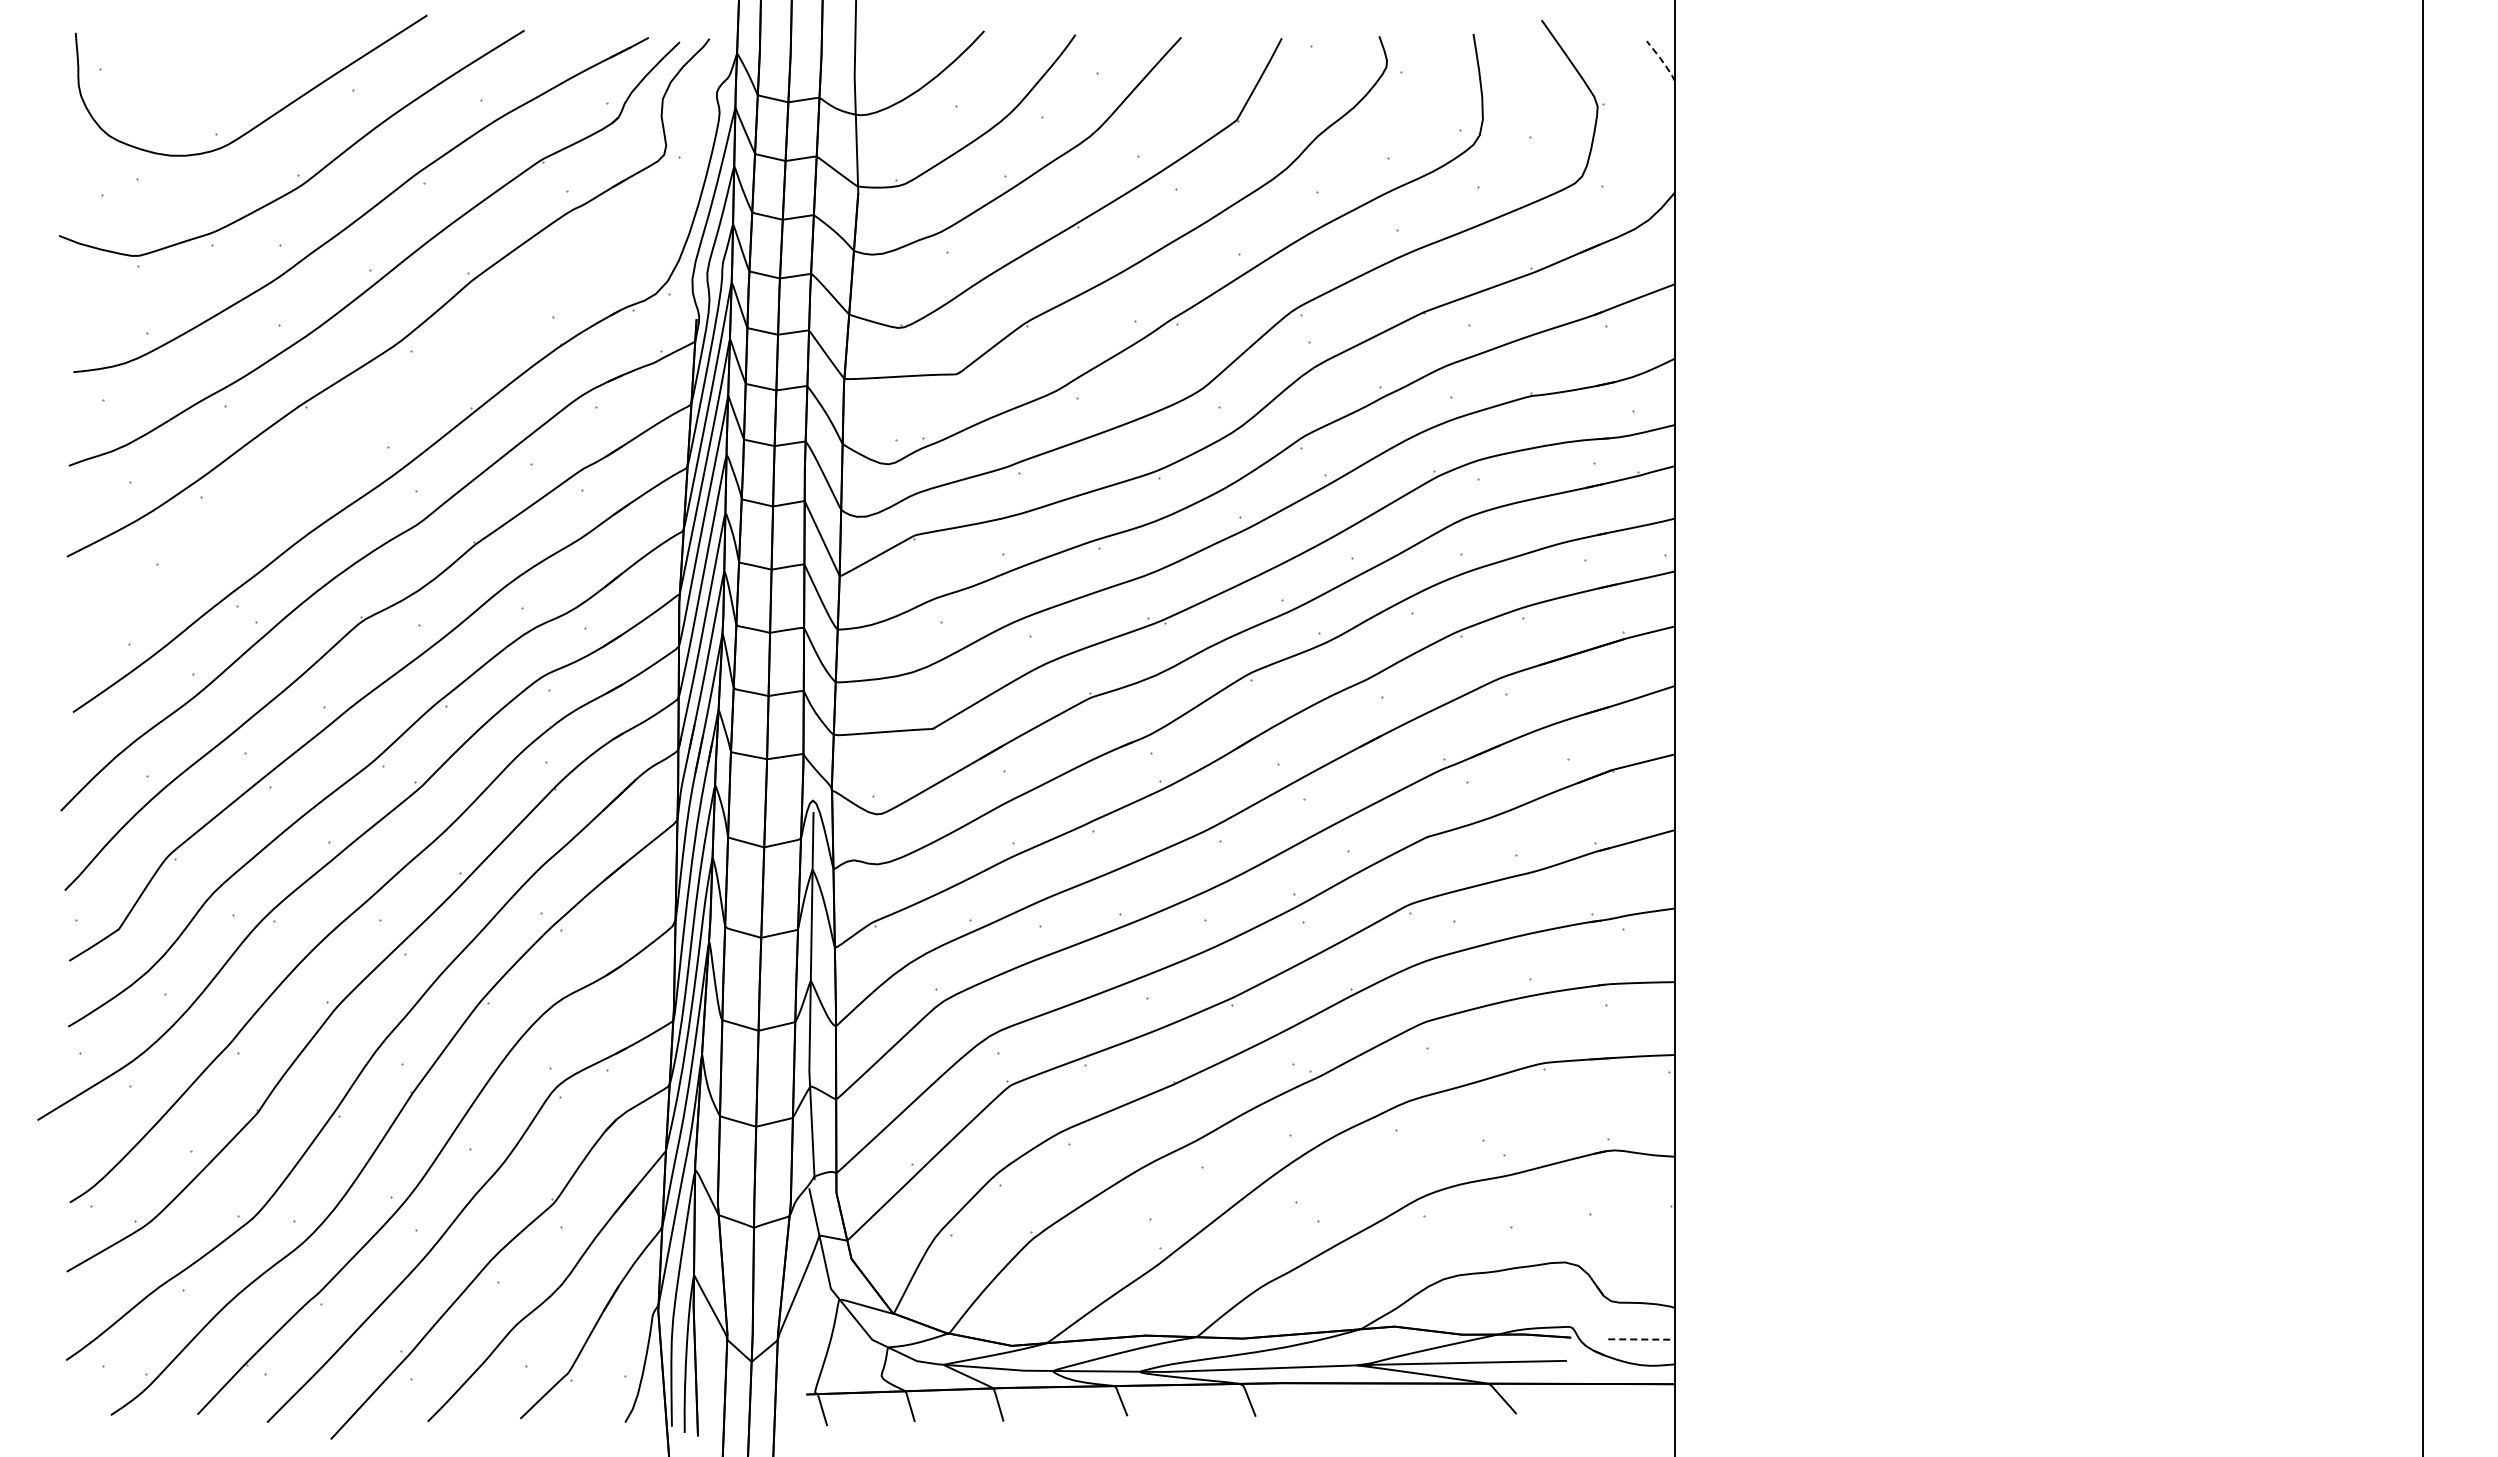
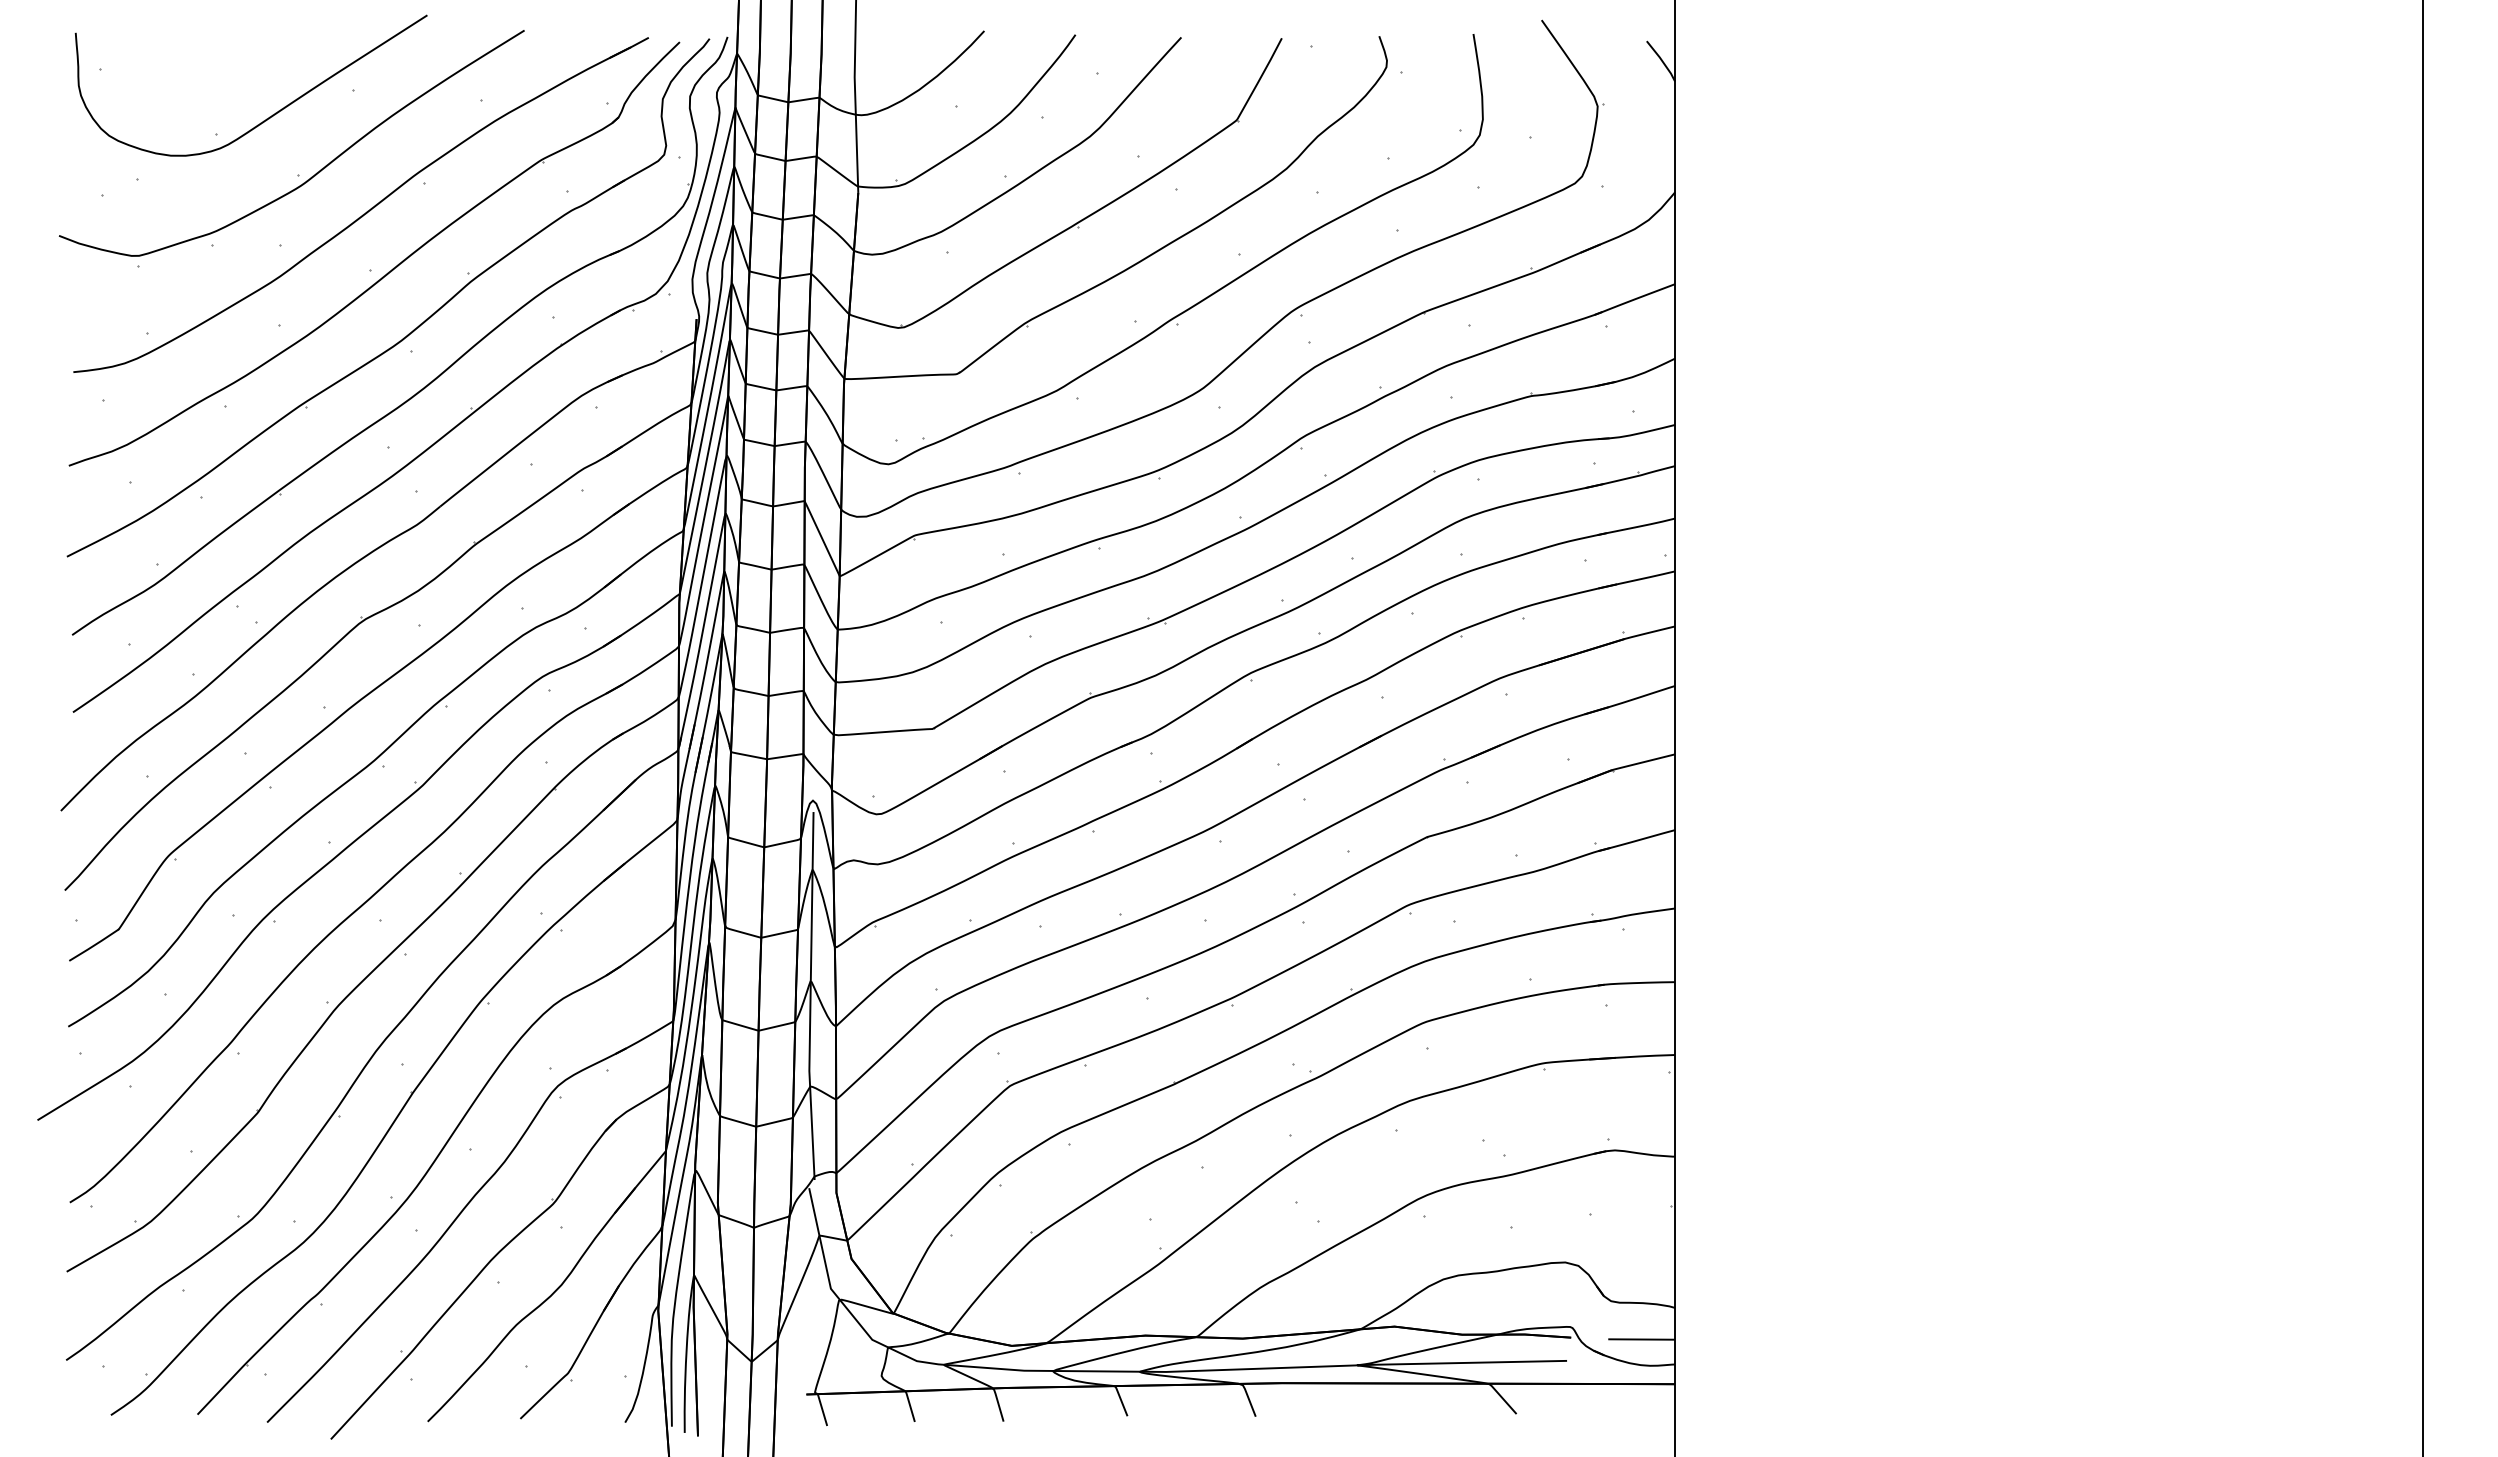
line at (1661, 60): dashed -> solid
part at (435, 377): none -> present
line at (1642, 1339): dashed -> solid
